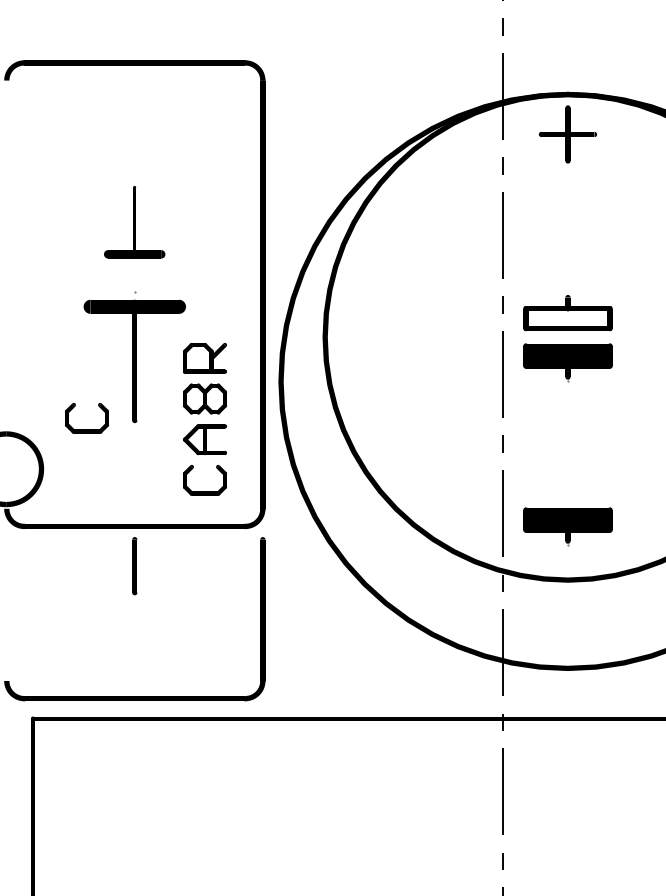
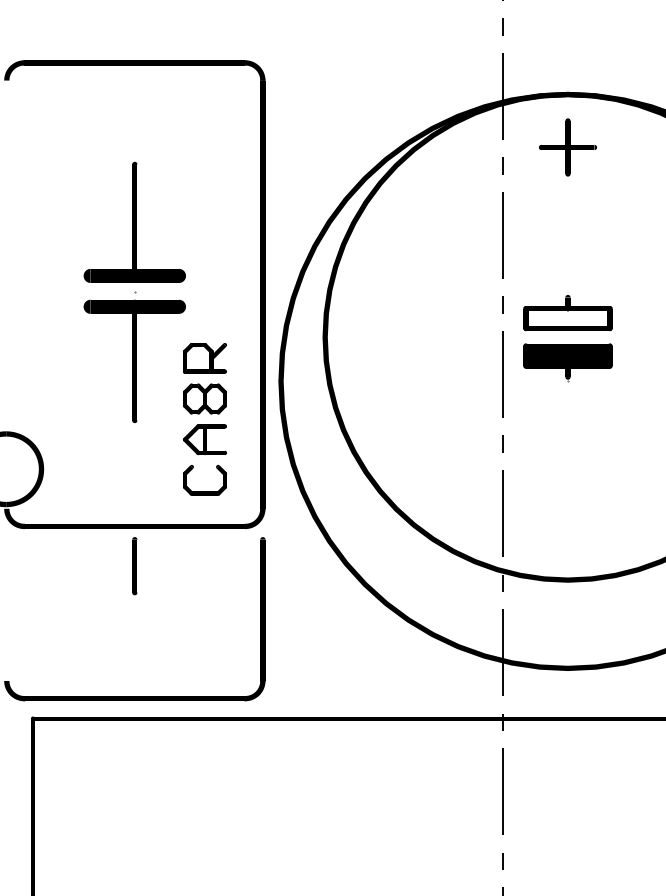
part at (567, 134) position: (567, 134) -> (567, 147)
part at (134, 222) size: 62x73 px -> 103x122 px
part at (87, 429): present -> none
part at (567, 526): present -> none
